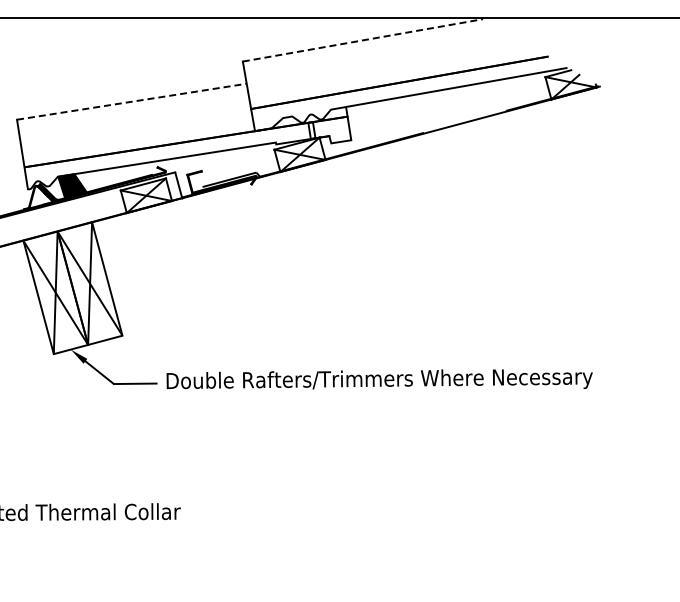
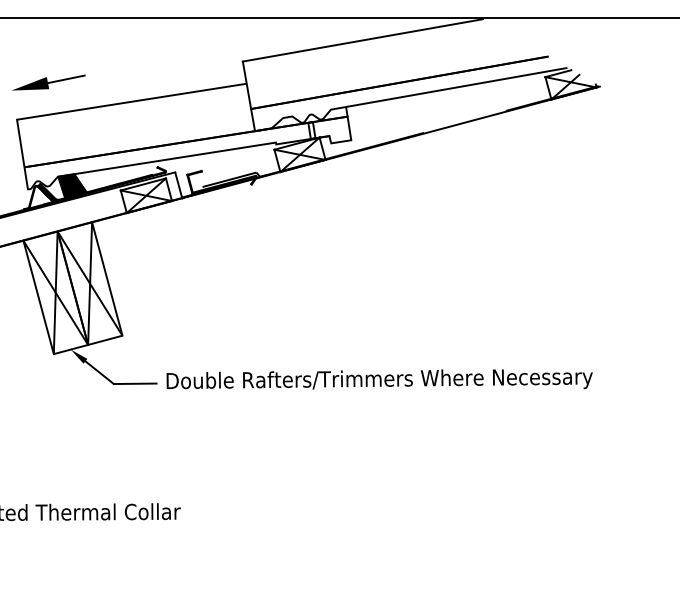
line at (362, 40): dashed -> solid
part at (48, 82): none -> present
line at (132, 101): dashed -> solid
